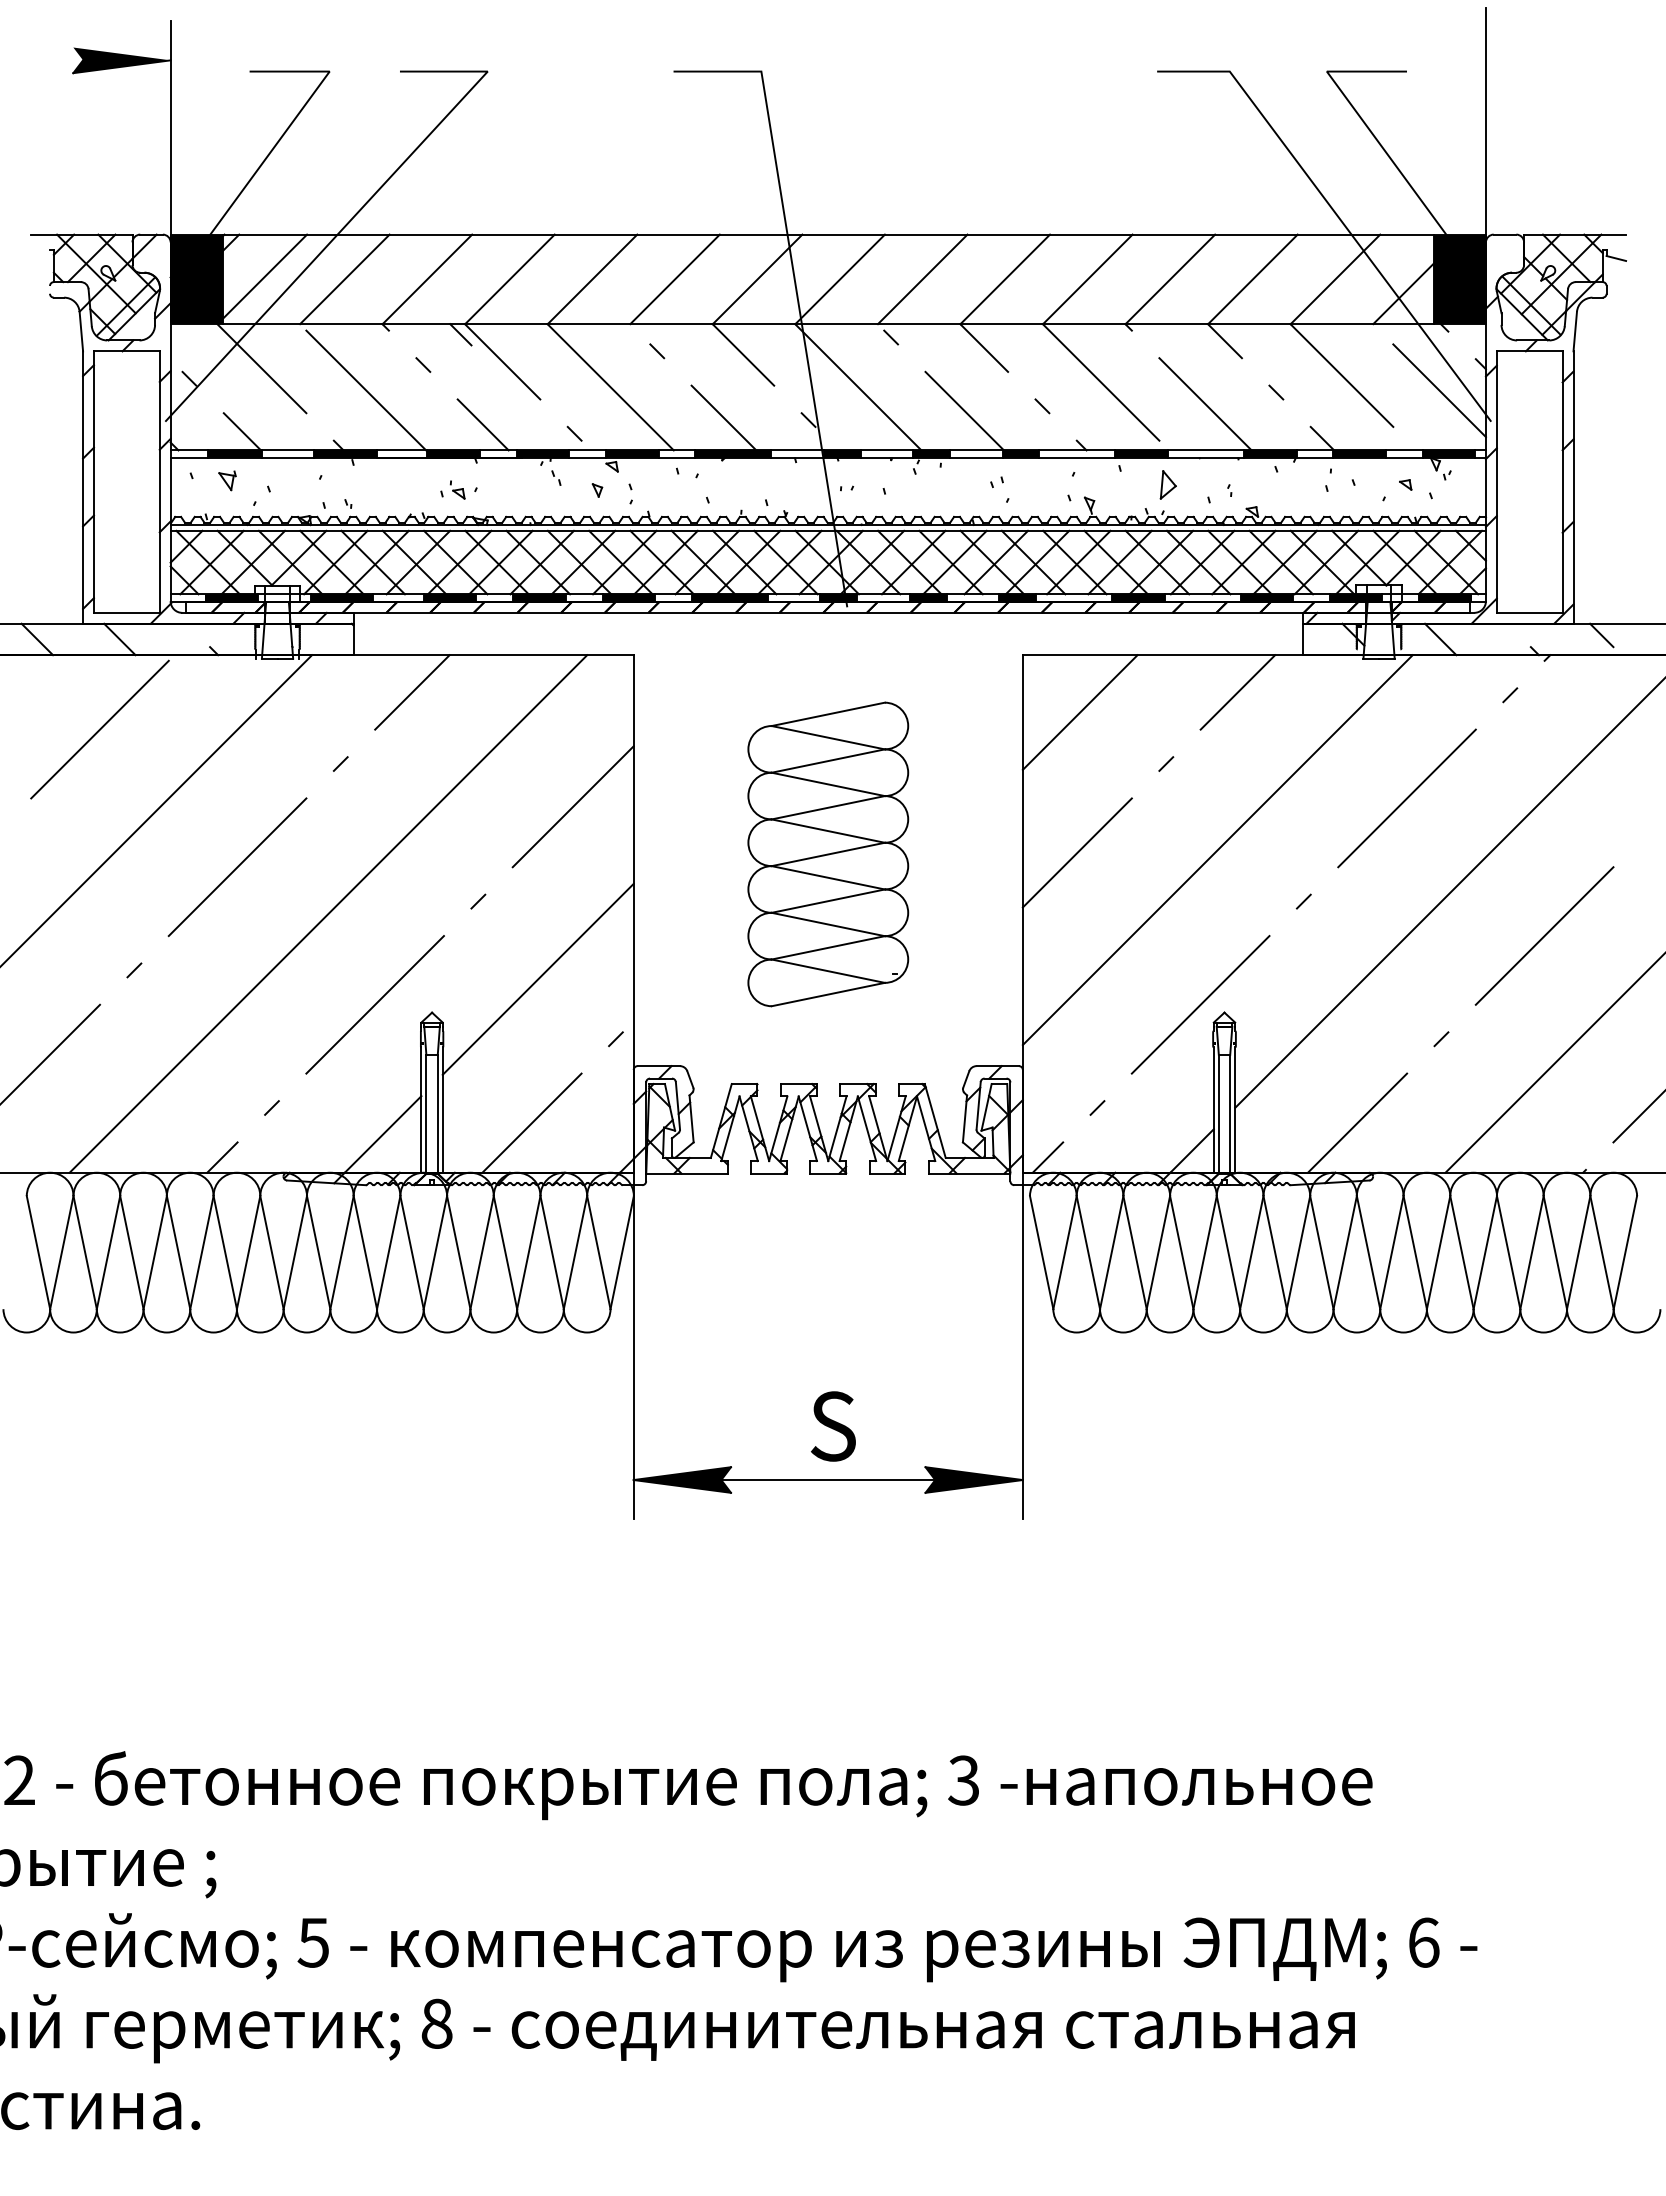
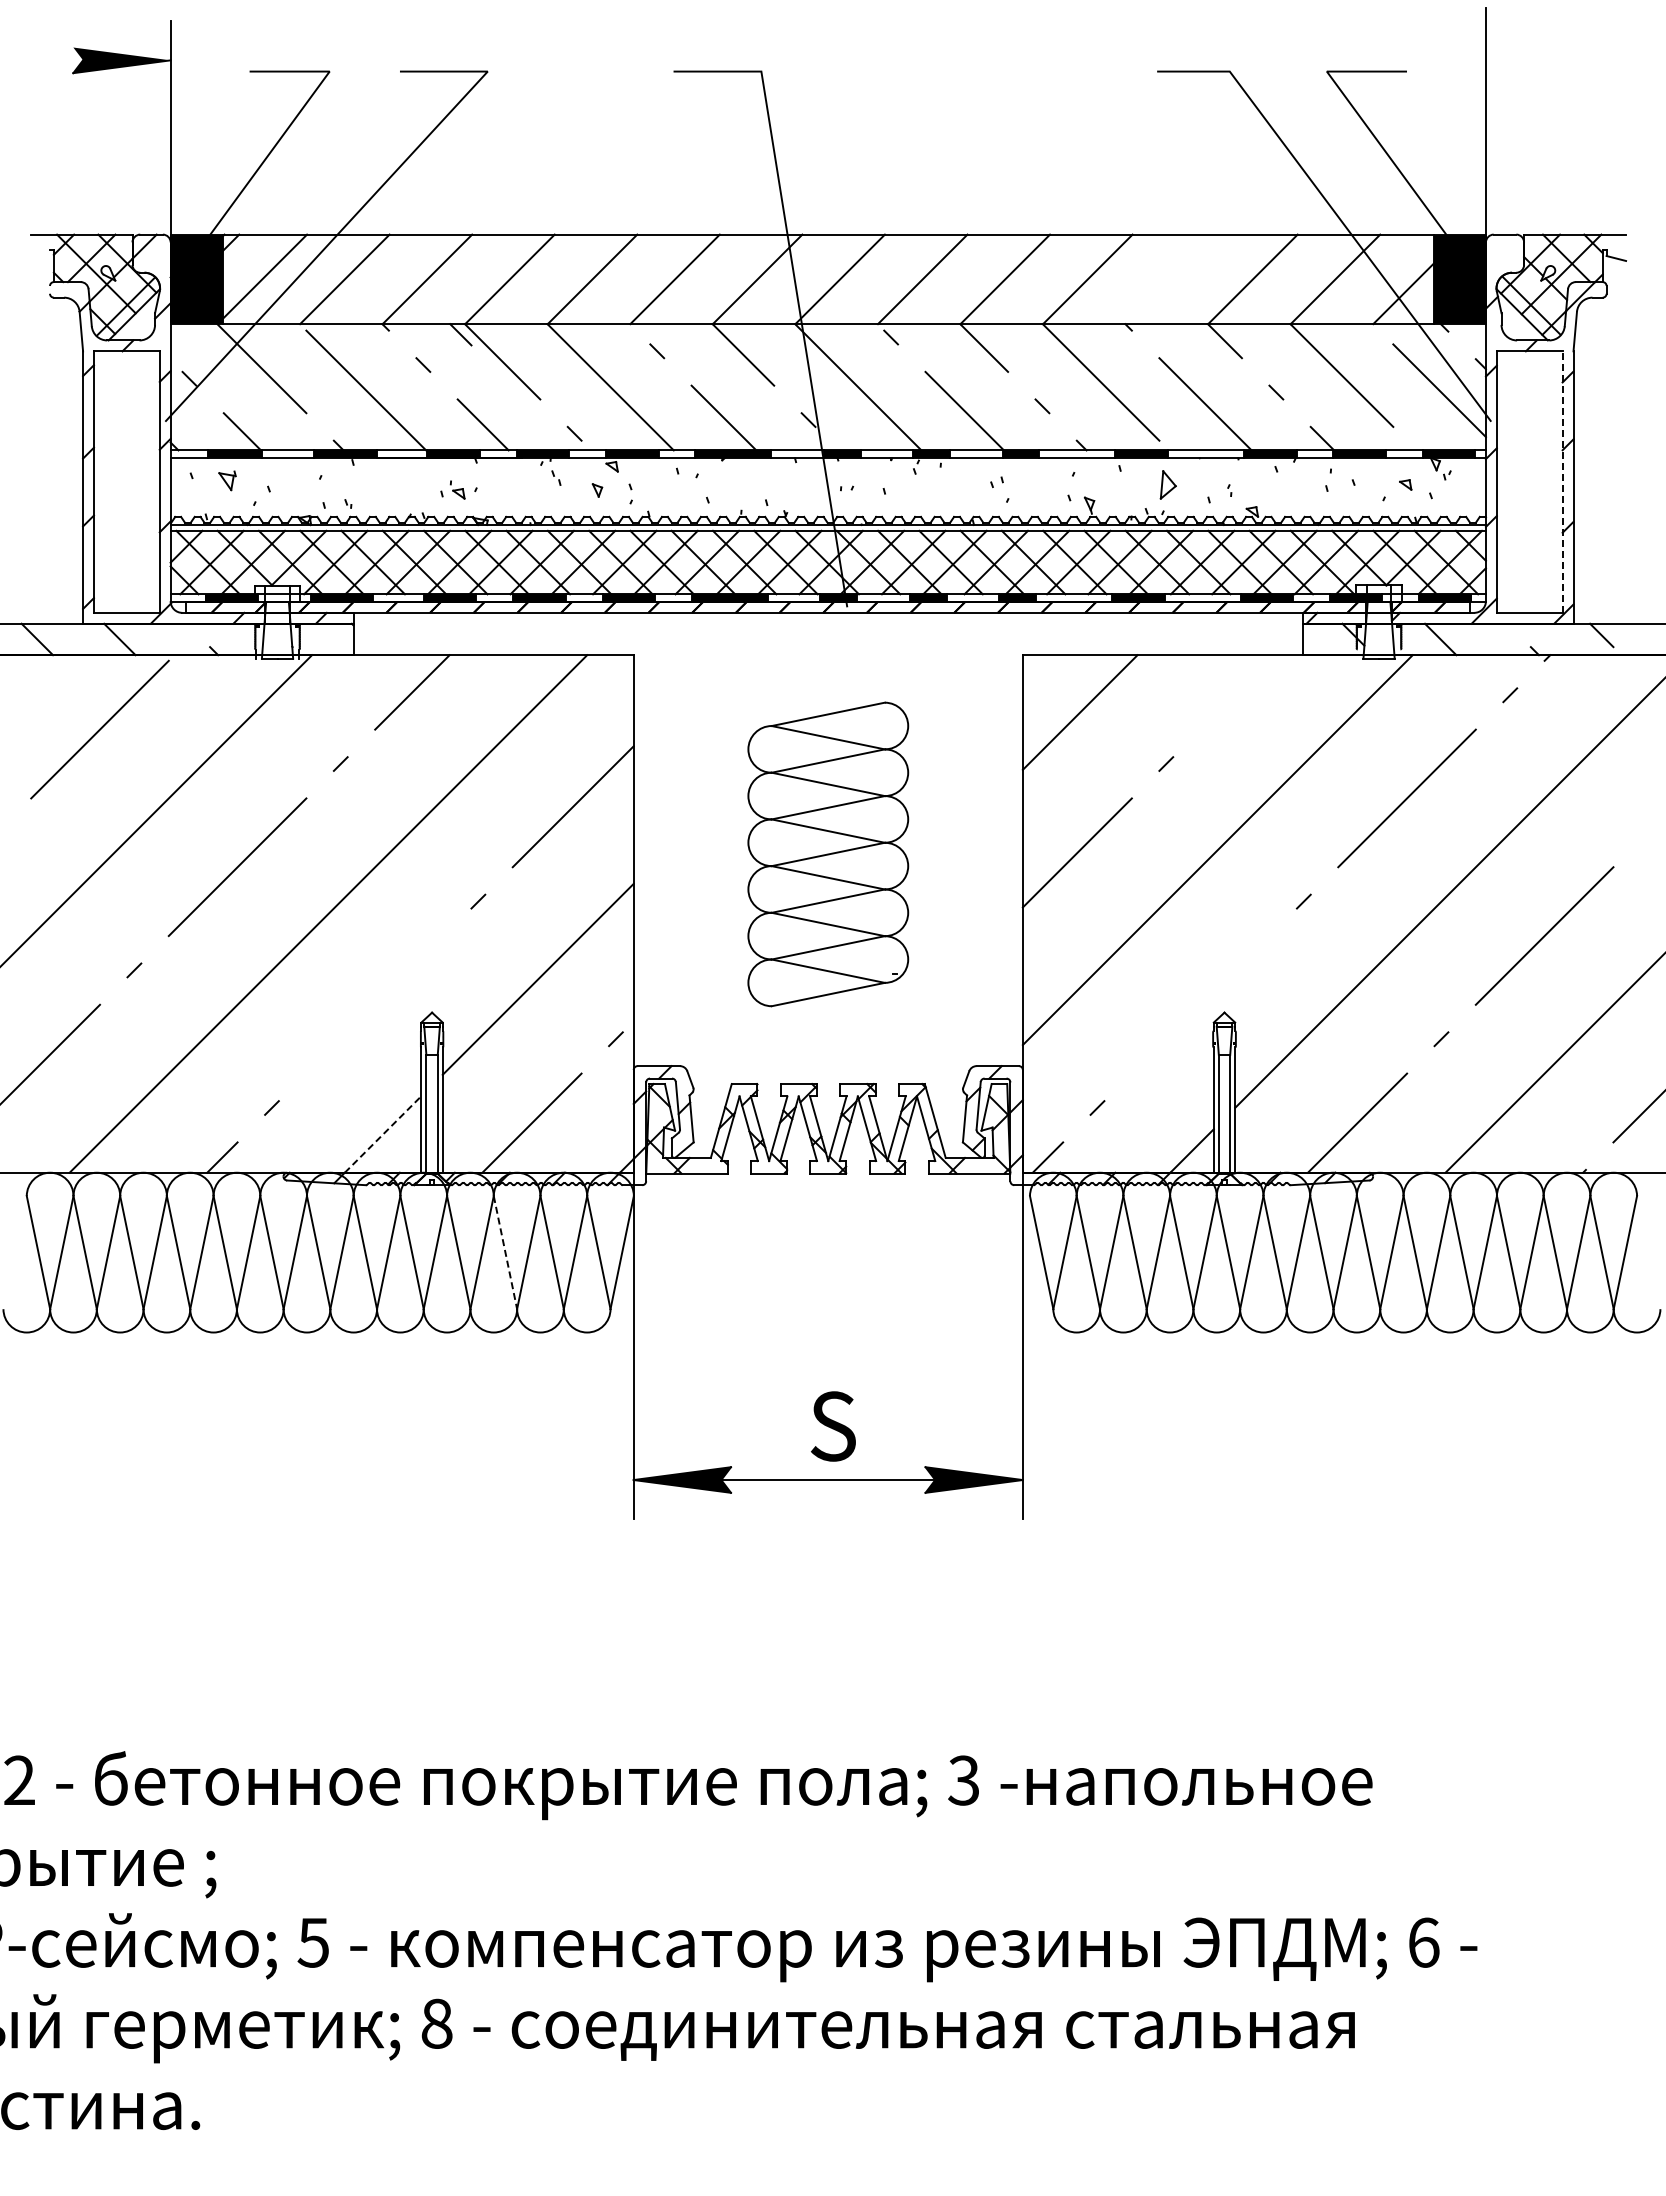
line at (1170, 279): present -> none
line at (1562, 482): solid -> dashed
line at (1237, 692): present -> none
line at (374, 1004): present -> none
line at (1200, 1004): present -> none
line at (383, 1134): solid -> dashed
line at (505, 1252): solid -> dashed
